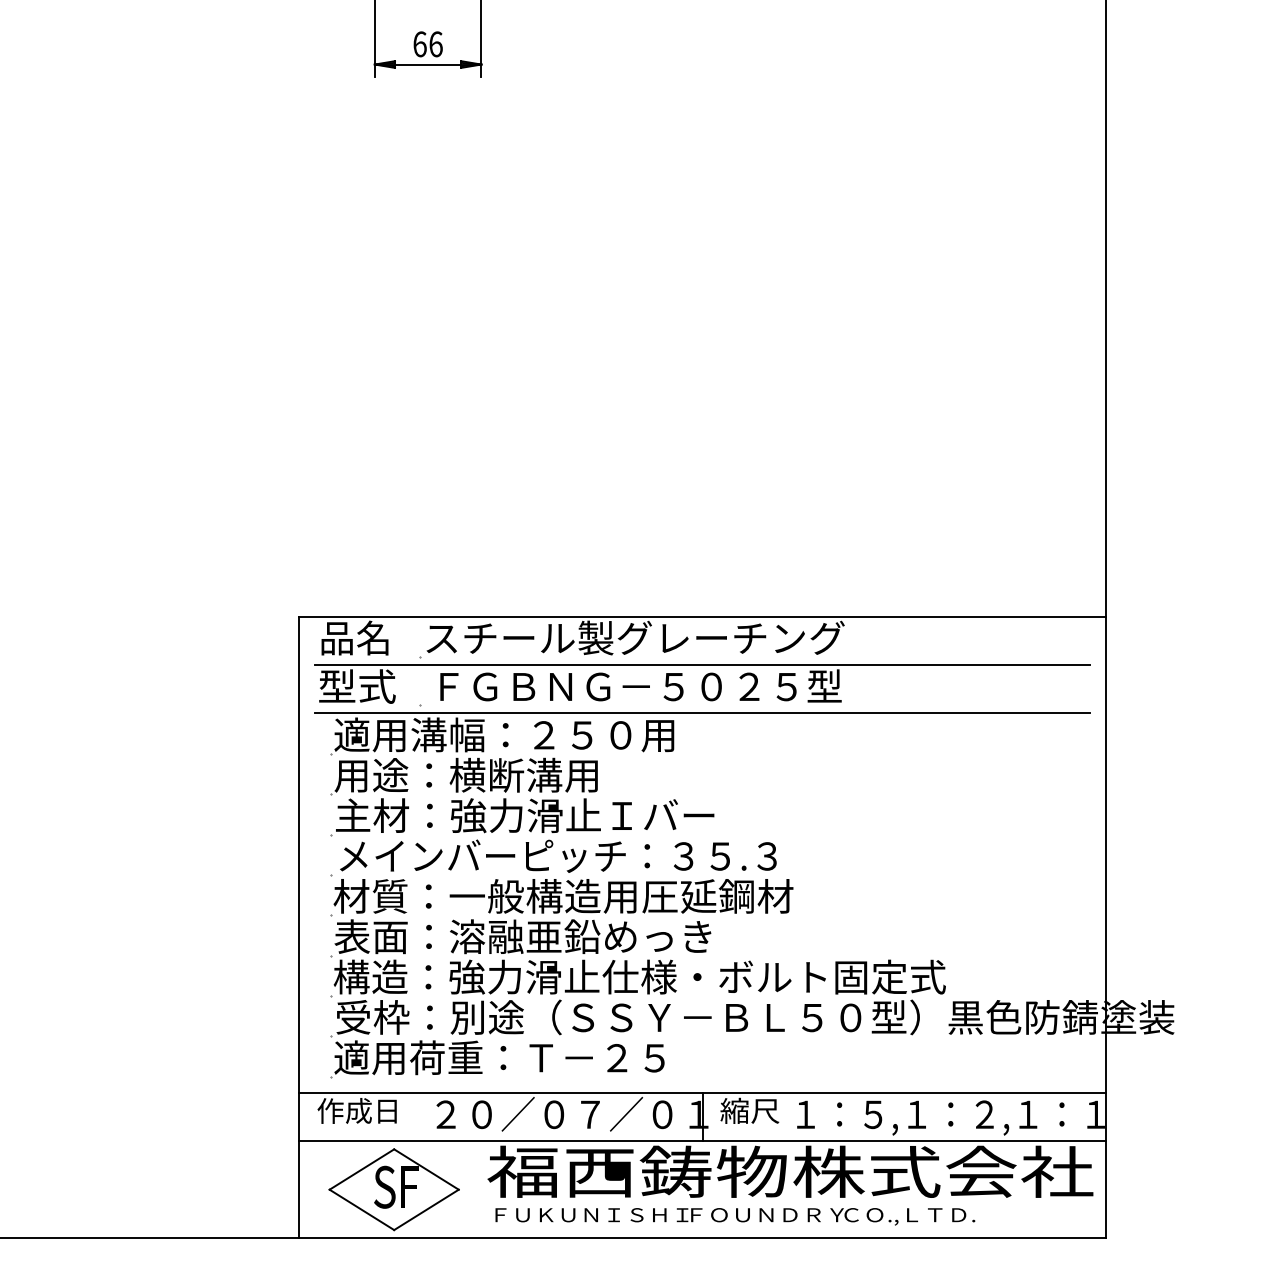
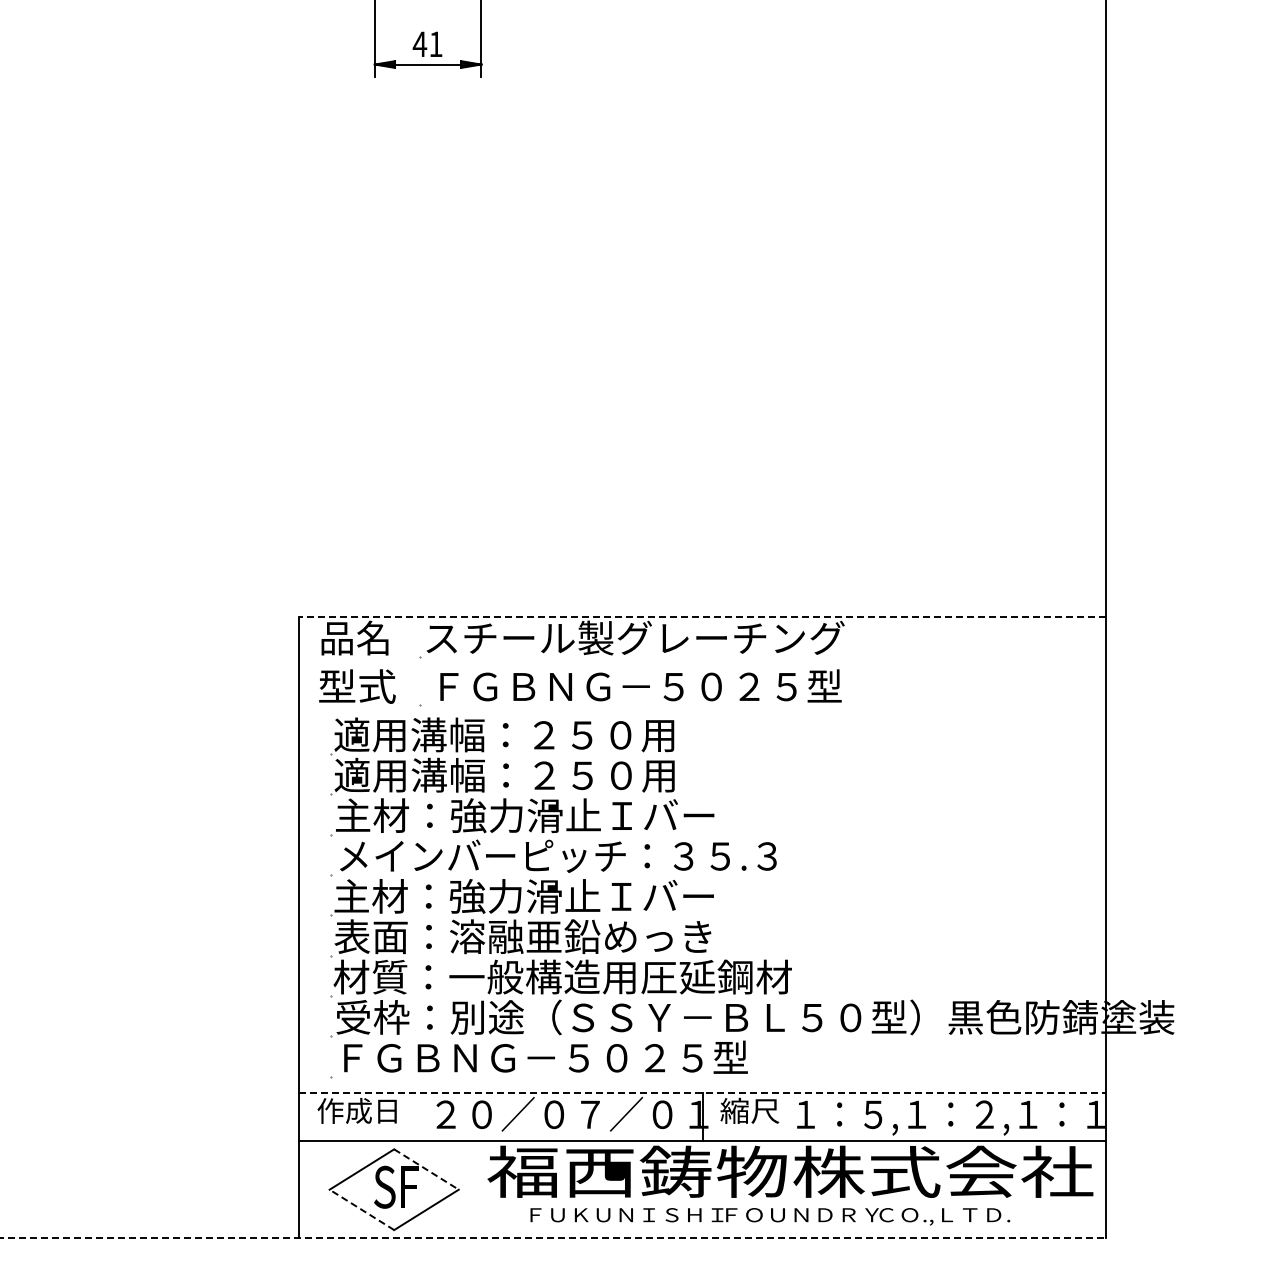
text at (427, 44): 66 -> 41
line at (702, 616): solid -> dashed
line at (702, 665): present -> none
line at (702, 713): present -> none
text at (504, 774): 用途：横断溝用 -> 適用溝幅：２５０用
text at (563, 896): 材質：一般構造用圧延鋼材 -> 主材：強力滑止Ｉバー
text at (639, 976): 構造：強力滑止仕様・ボルト固定式 -> 材質：一般構造用圧延鋼材
text at (540, 1057): 適用荷重：Ｔ－２５ -> ＦＧＢＮＧ－５０２５型
line at (702, 1092): solid -> dashed
line at (426, 1169): solid -> dashed
line at (361, 1209): solid -> dashed
text at (735, 1216) position: (735, 1216) -> (770, 1216)
line at (553, 1238): solid -> dashed
